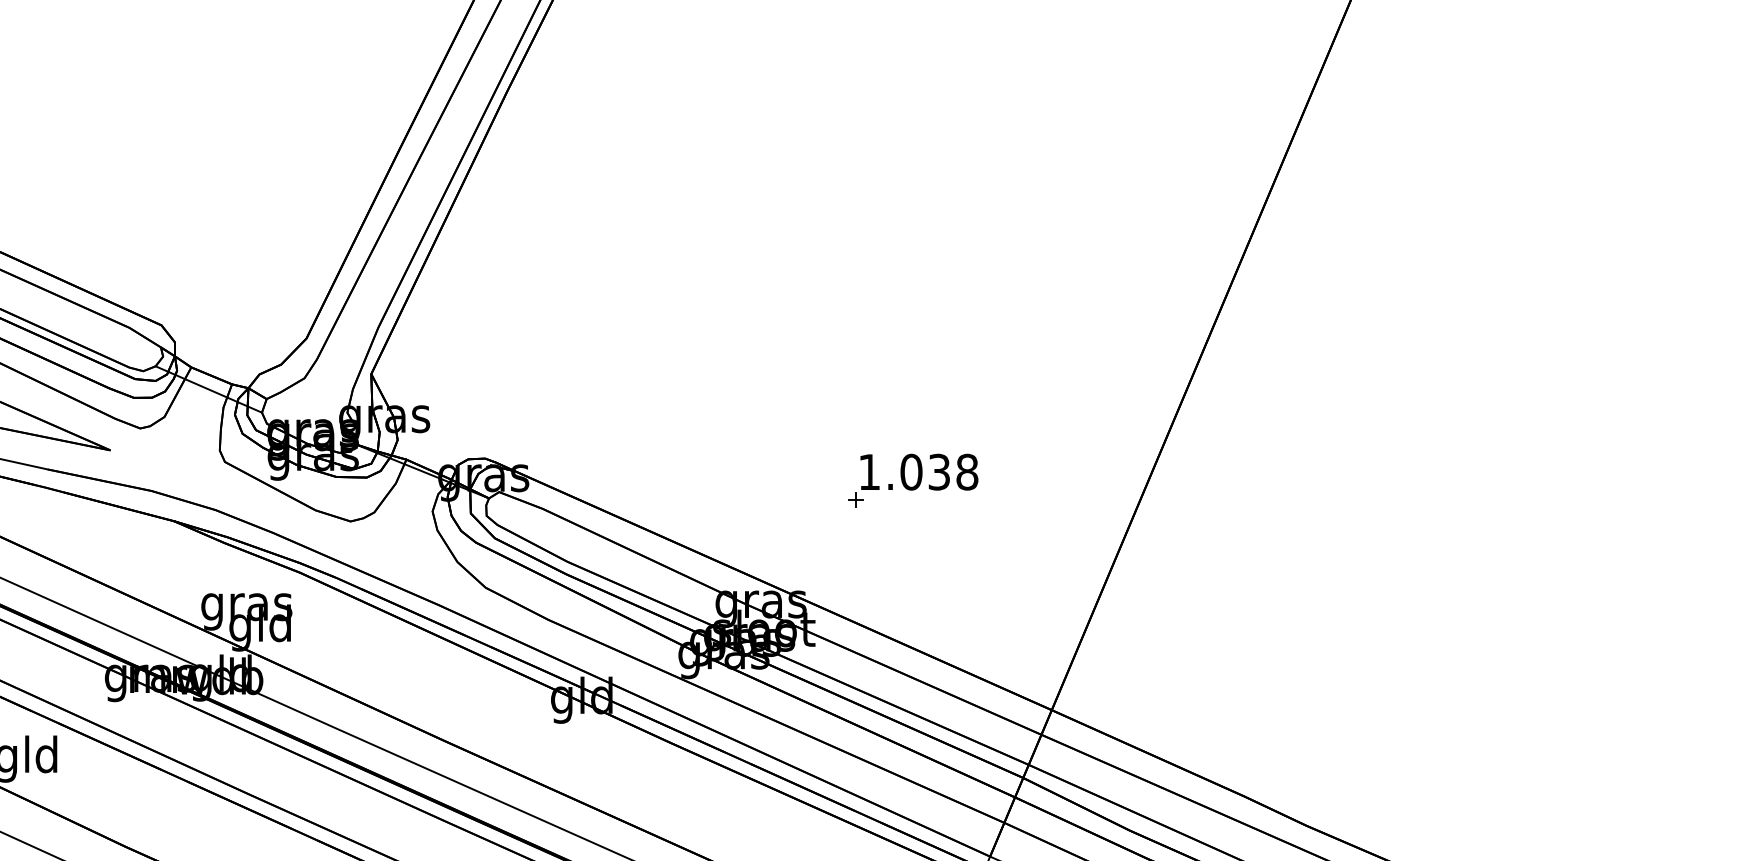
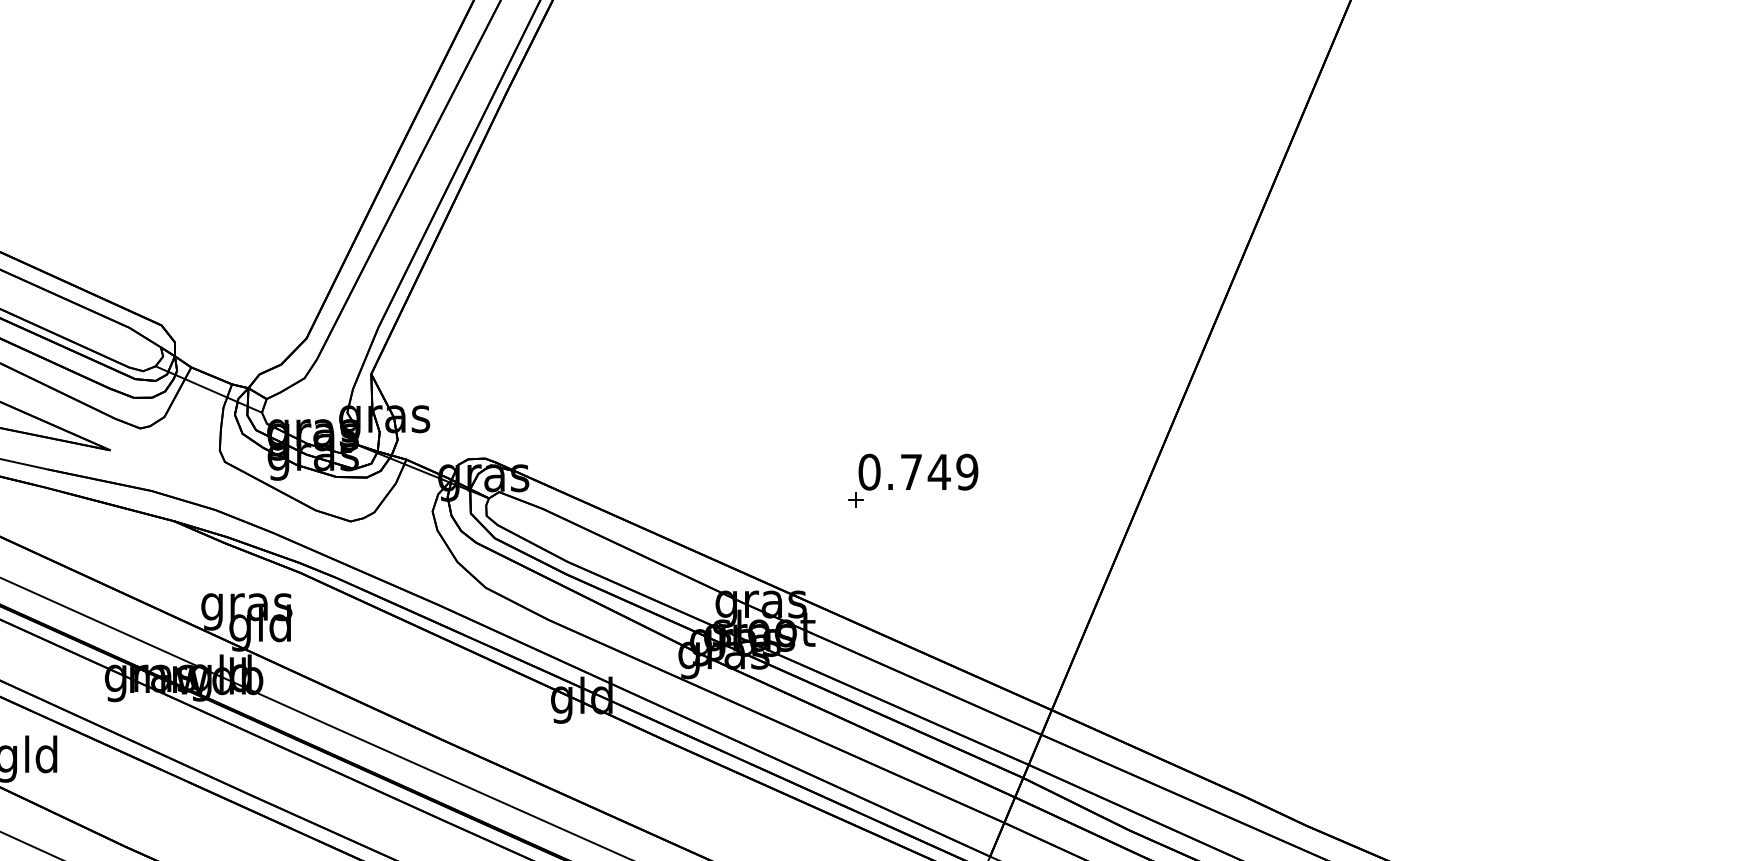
text at (918, 471): 1.038 -> 0.749
